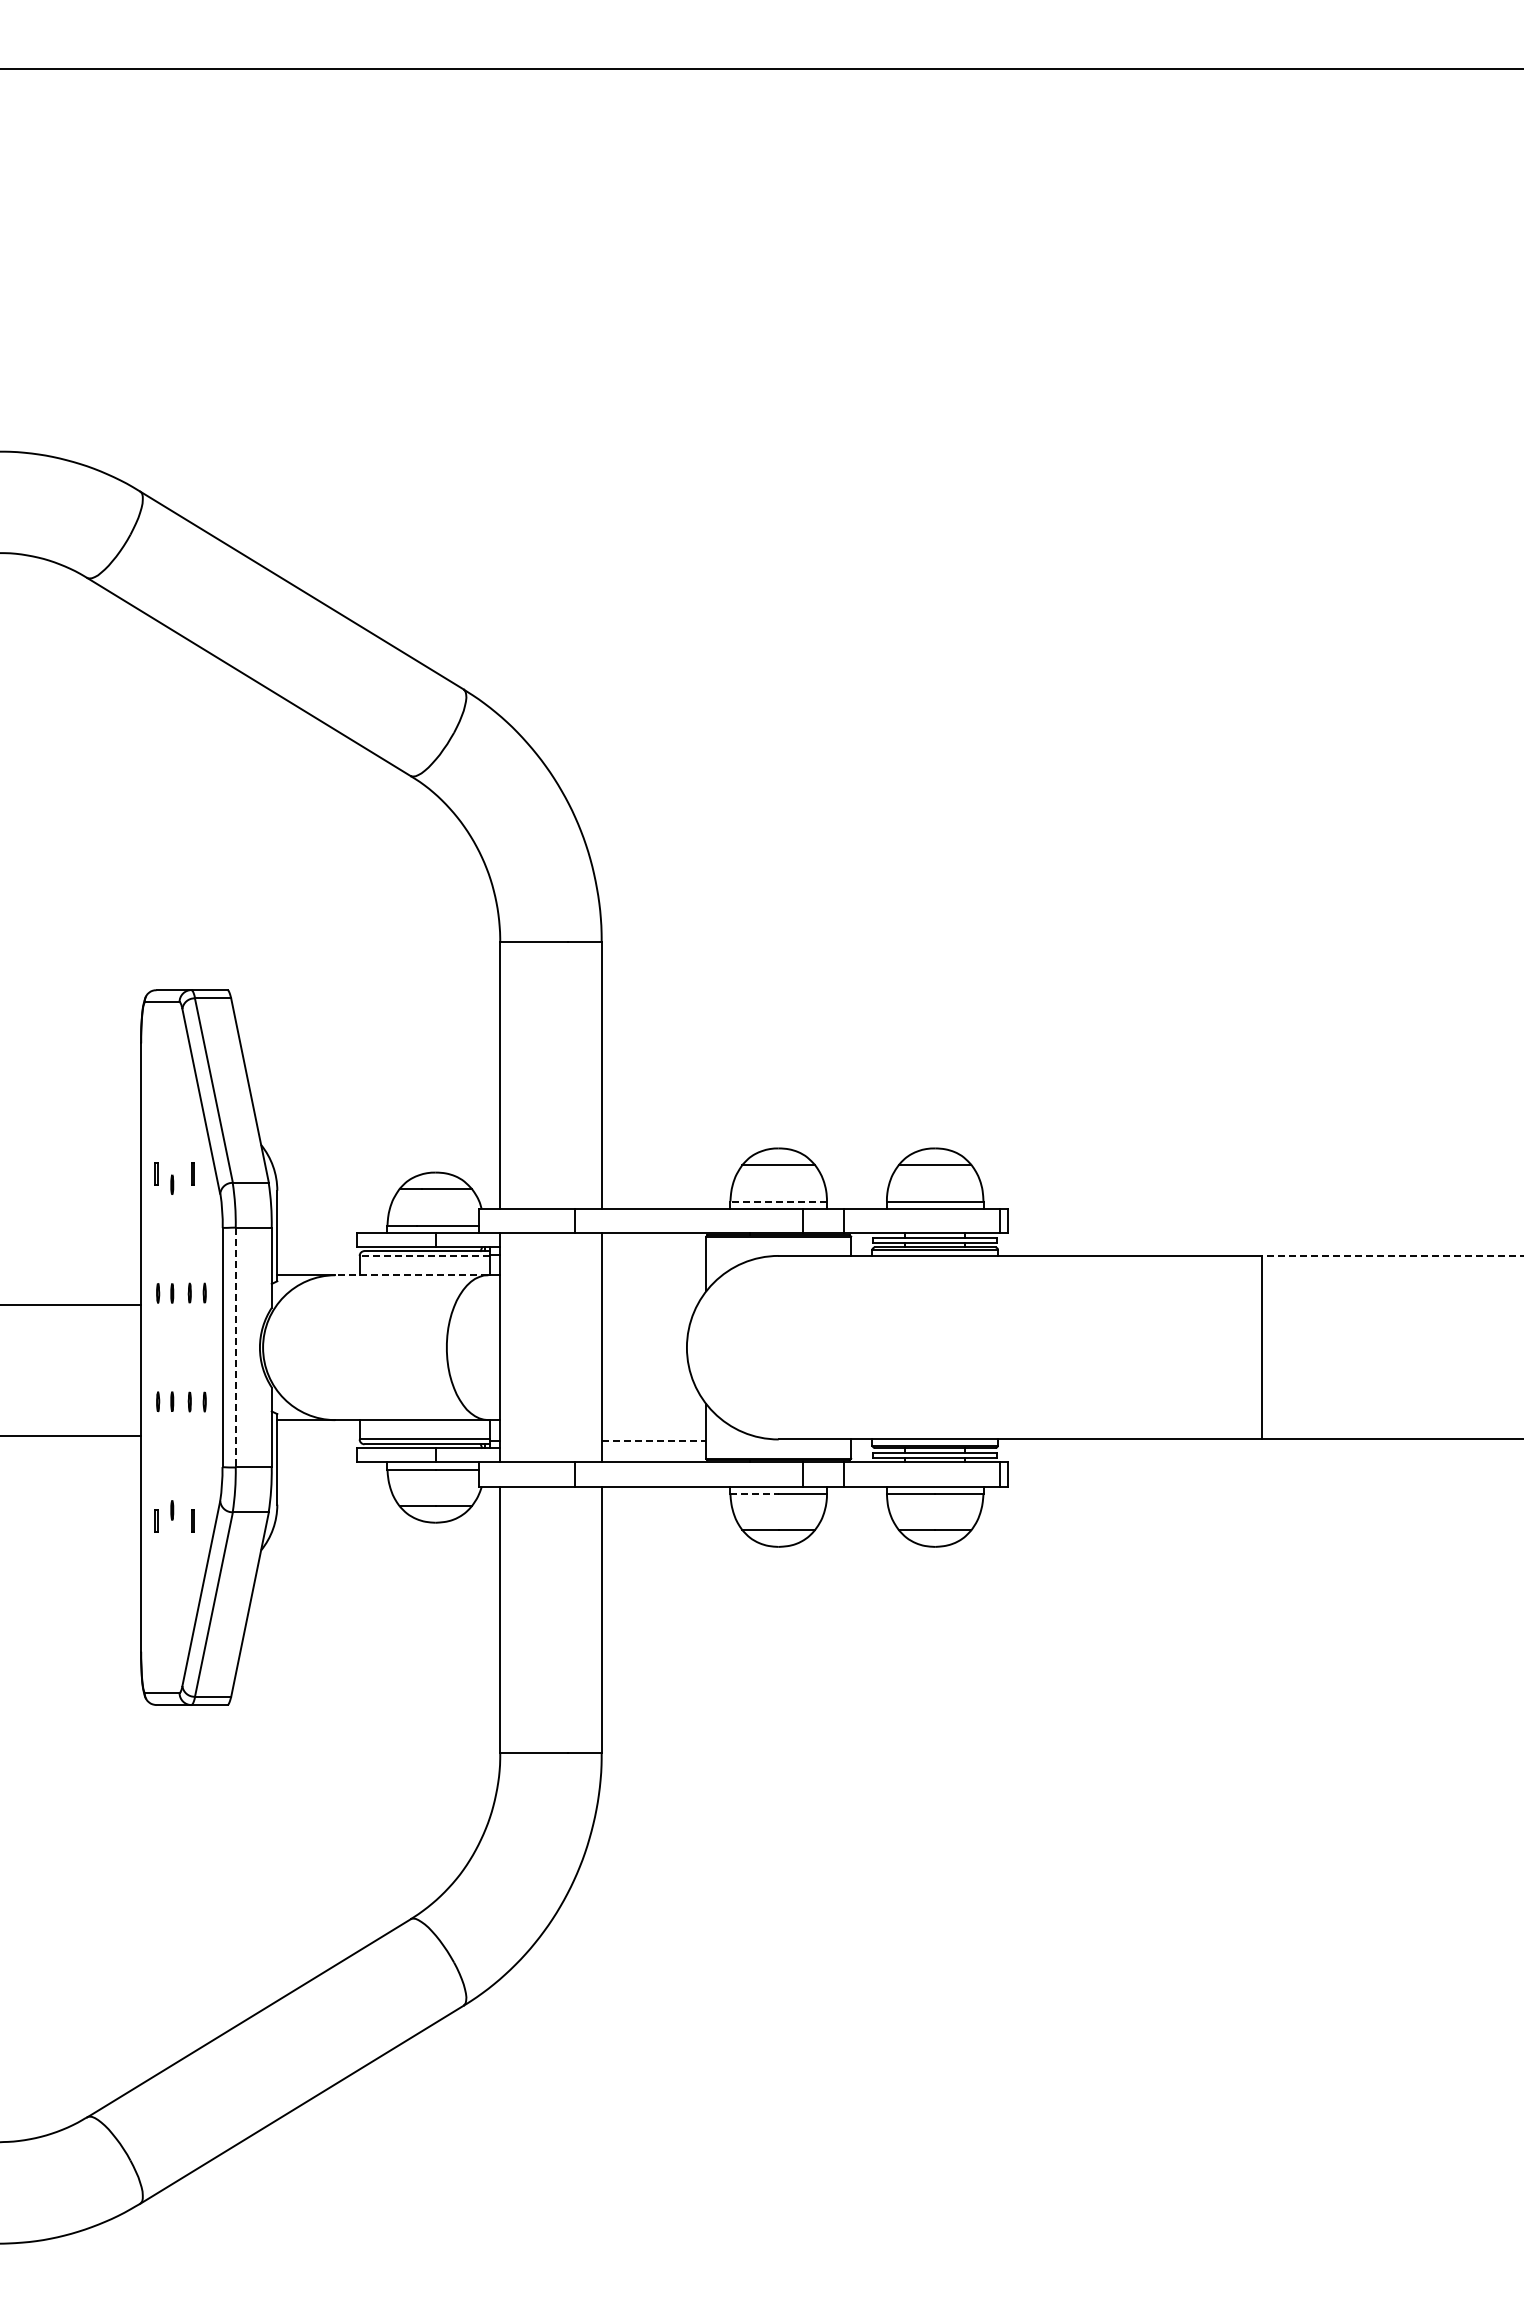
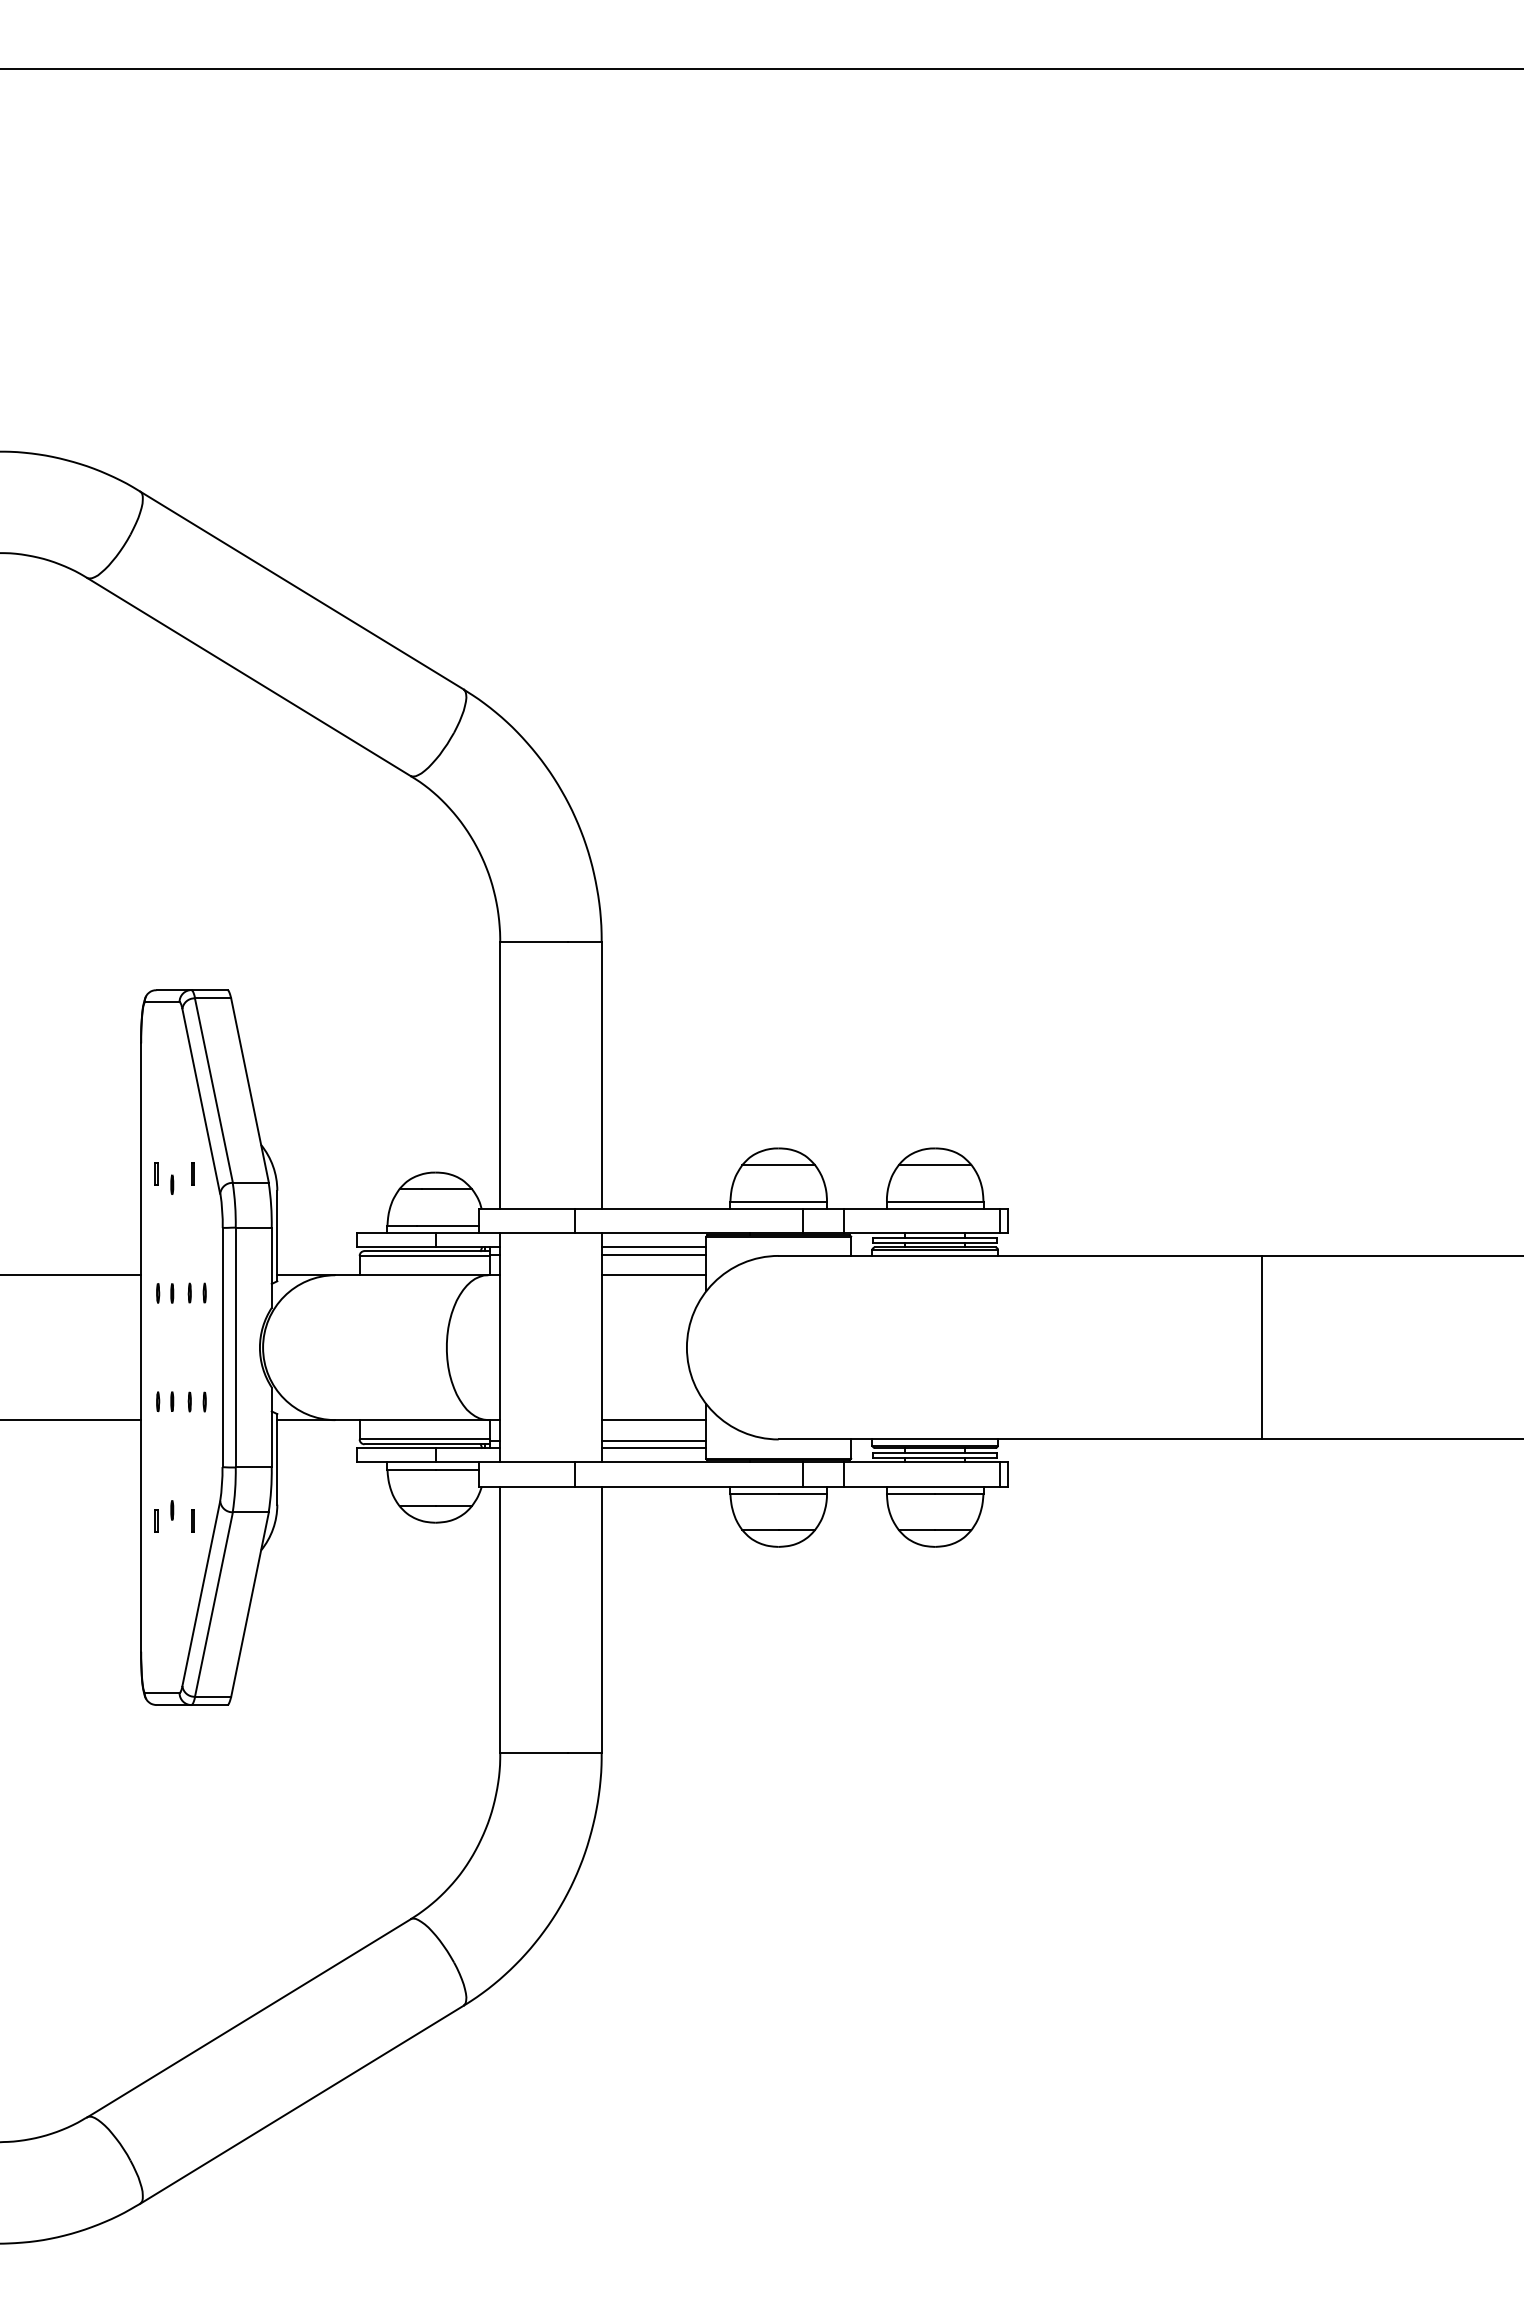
line at (778, 1201): dashed -> solid
line at (653, 1247): none -> present
line at (653, 1254): none -> present
line at (424, 1255): dashed -> solid
line at (1392, 1255): dashed -> solid
line at (411, 1275): dashed -> solid
line at (653, 1275): none -> present
line at (71, 1305) position: (71, 1305) -> (71, 1275)
line at (235, 1347): dashed -> solid
line at (653, 1420): none -> present
line at (71, 1436) position: (71, 1436) -> (71, 1420)
line at (654, 1440): dashed -> solid
line at (653, 1447): none -> present
line at (755, 1493): dashed -> solid
